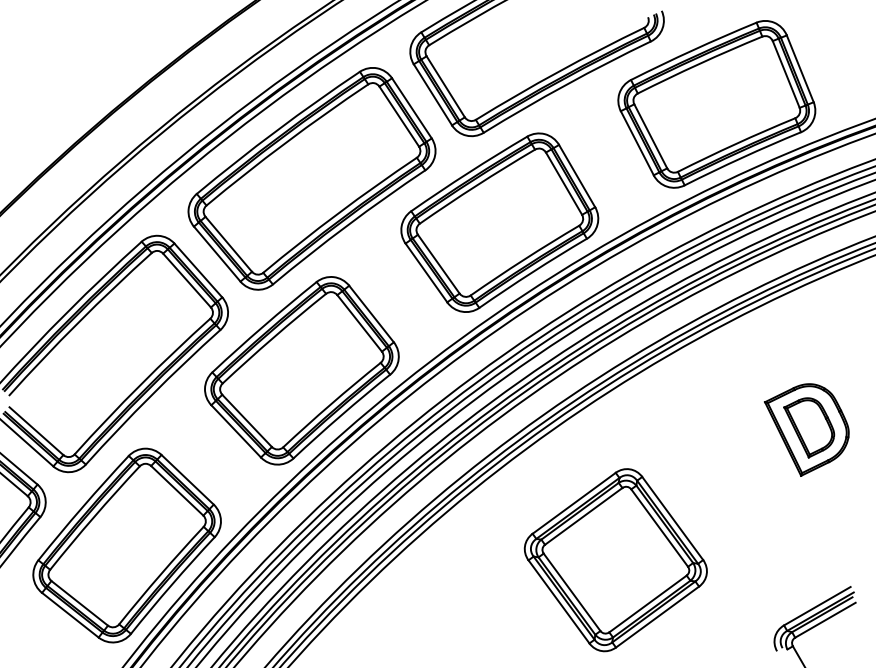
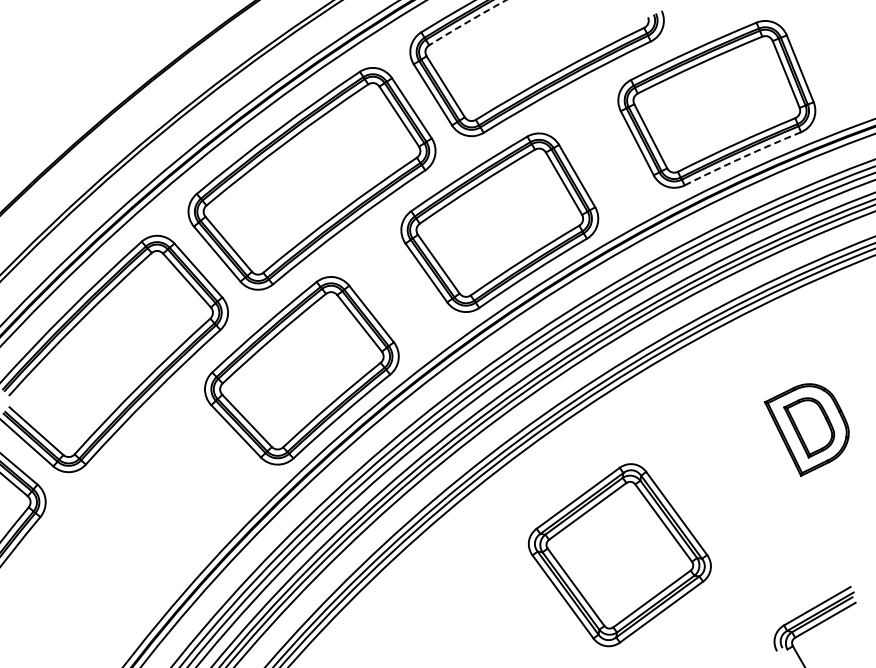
arc at (467, 22): solid -> dashed
arc at (742, 157): solid -> dashed
part at (126, 545): present -> none
part at (615, 560) position: (615, 560) -> (619, 555)
